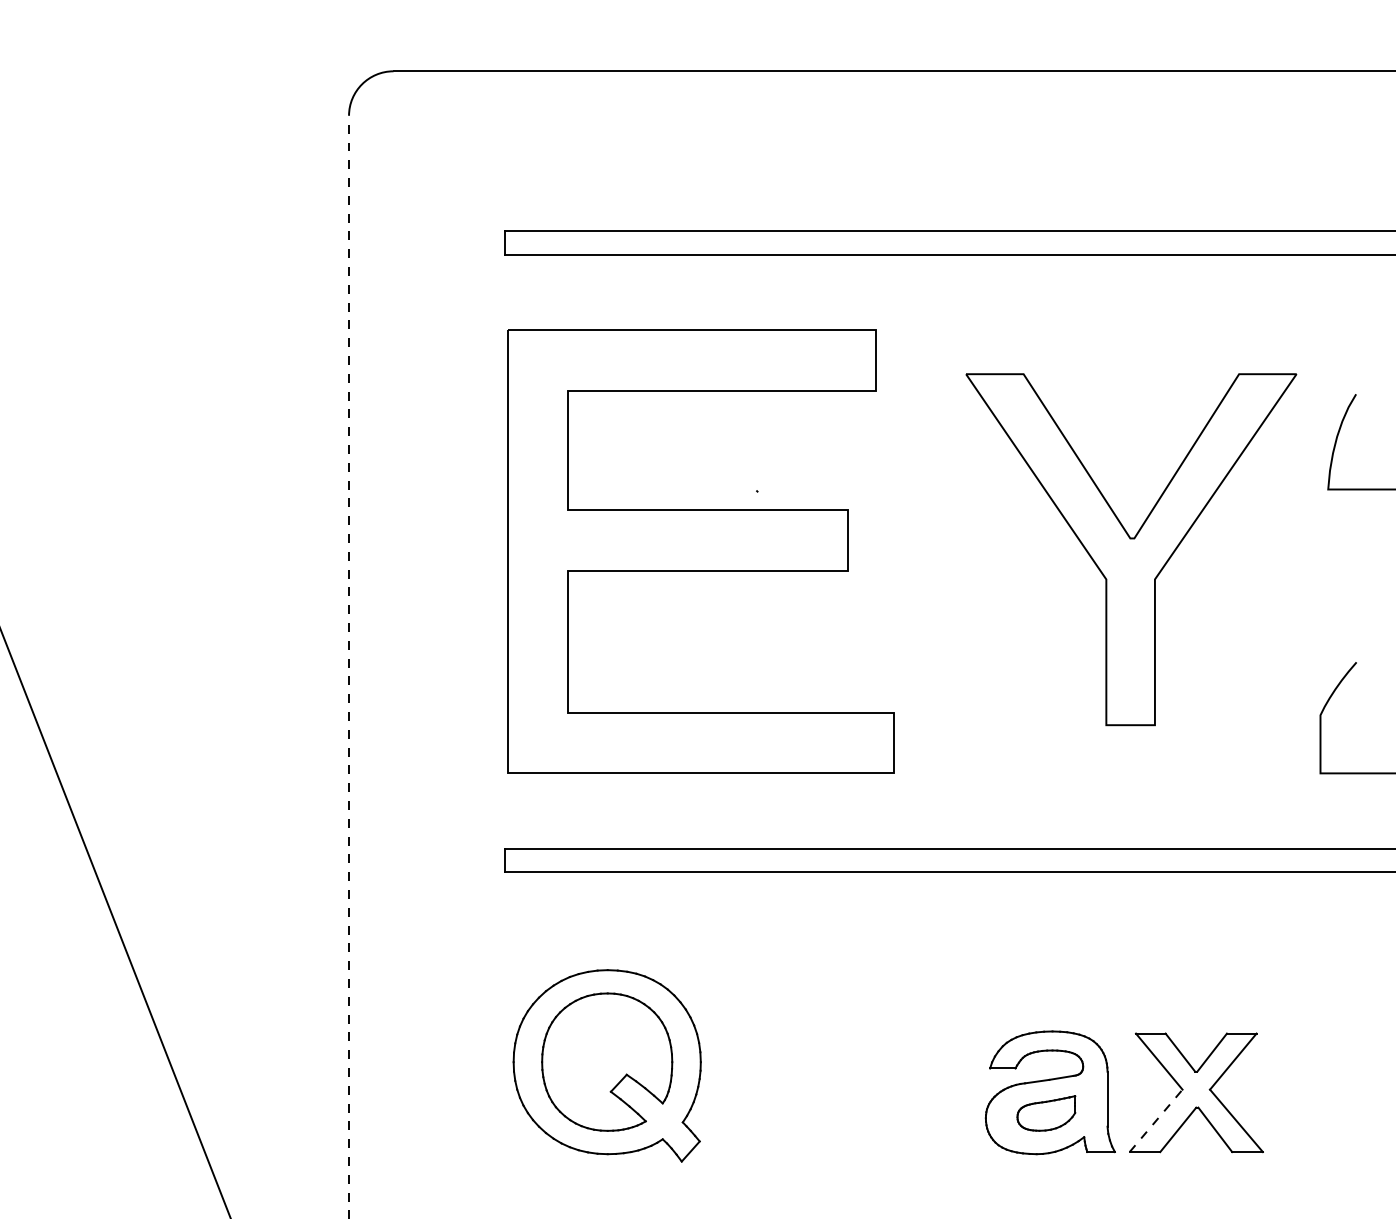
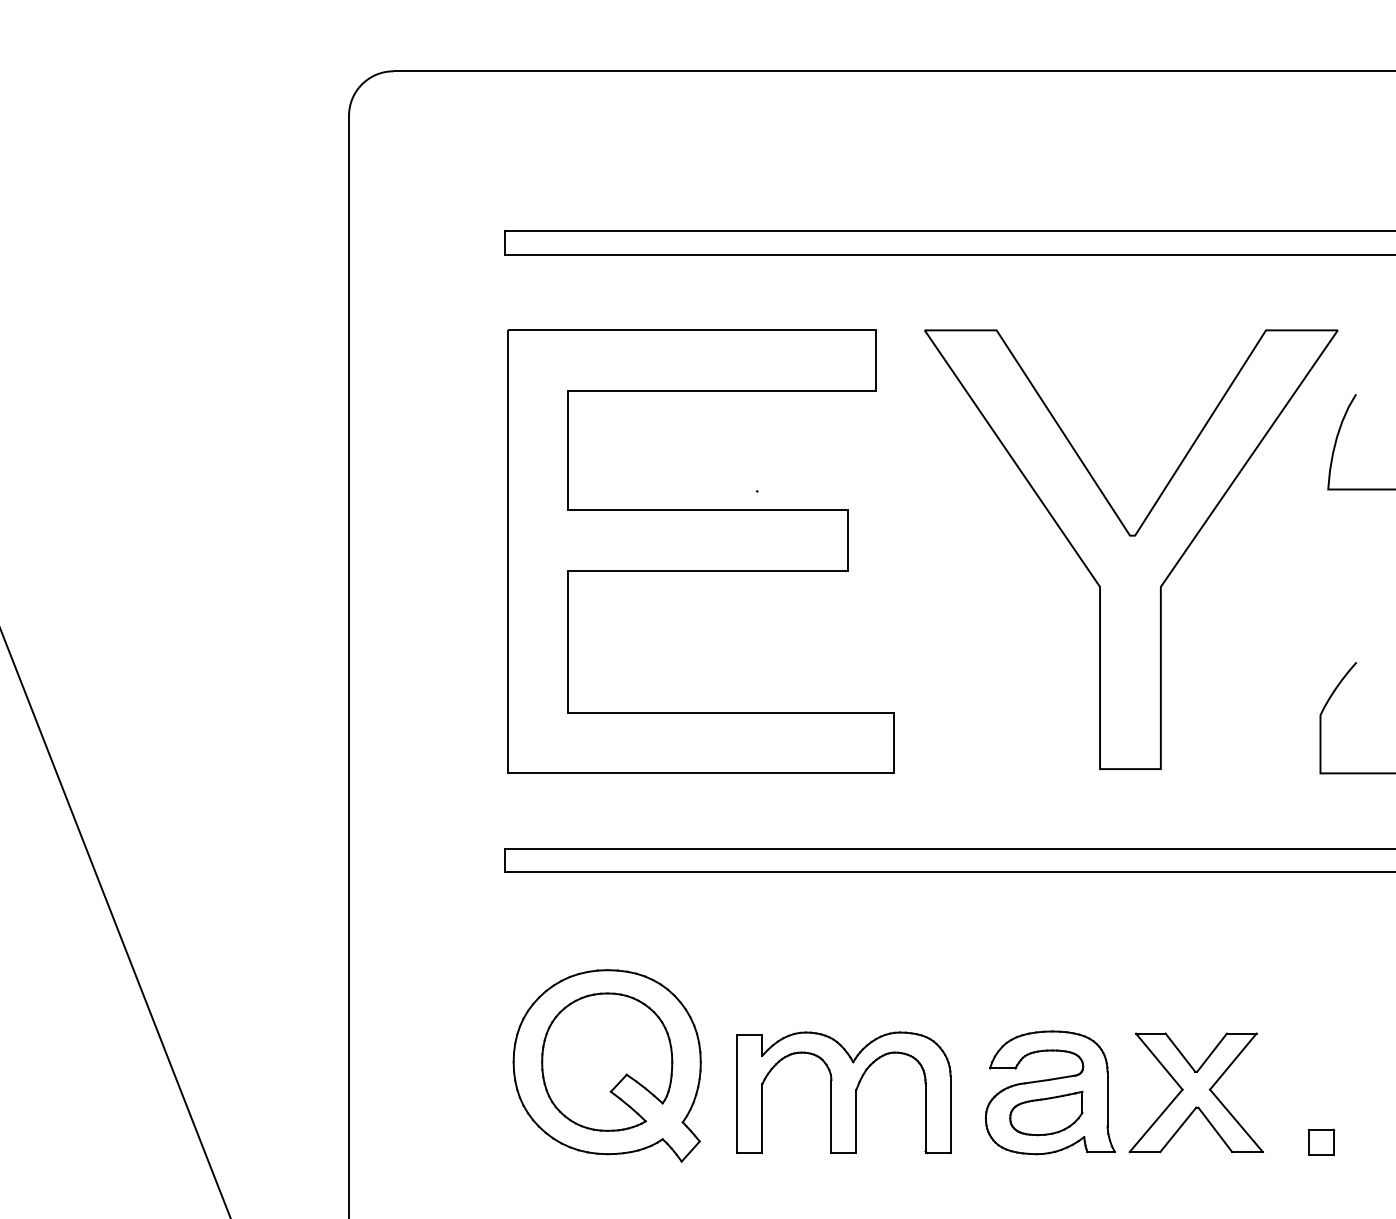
part at (1131, 549) size: 333x354 px -> 415x441 px
line at (349, 666): dashed -> solid
part at (843, 1092): none -> present
part at (1046, 1113) size: 61x37 px -> 75x47 px
line at (1156, 1120): dashed -> solid
part at (1321, 1141): none -> present
